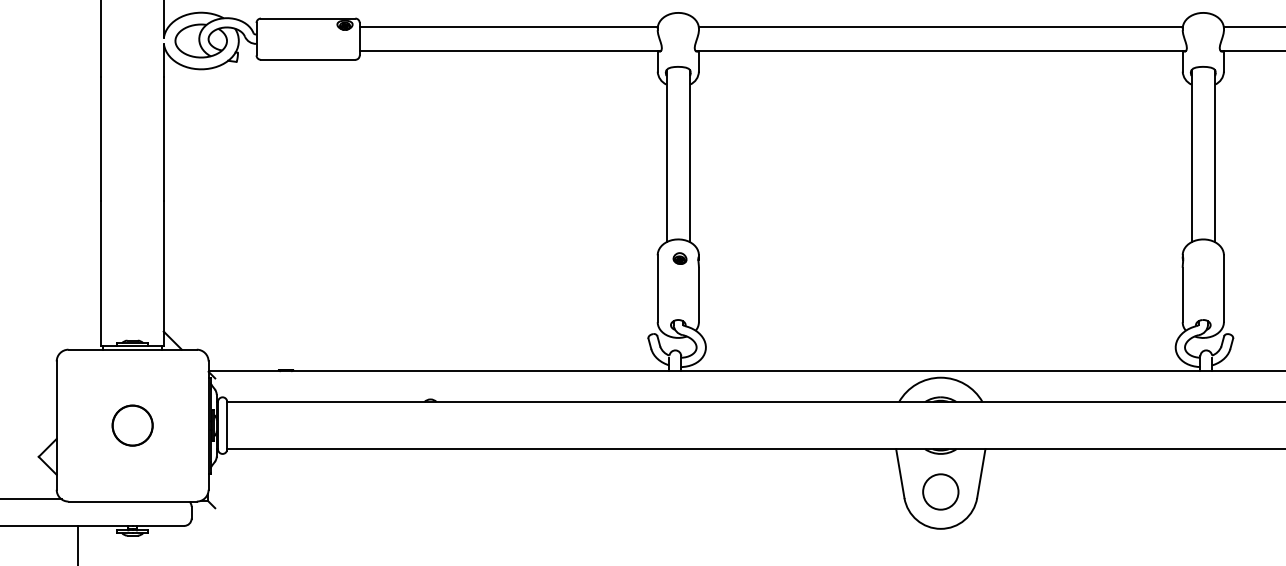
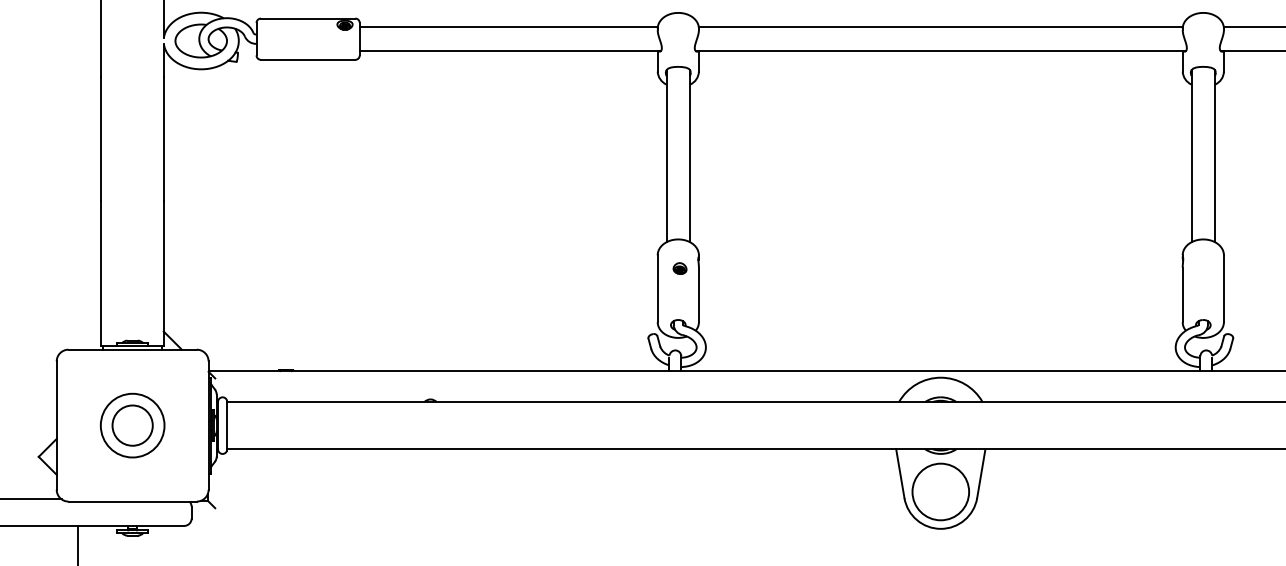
part at (679, 258) position: (679, 258) -> (679, 268)
circle at (132, 425) diameter: 40 px -> 64 px
circle at (940, 491) diameter: 35 px -> 57 px
